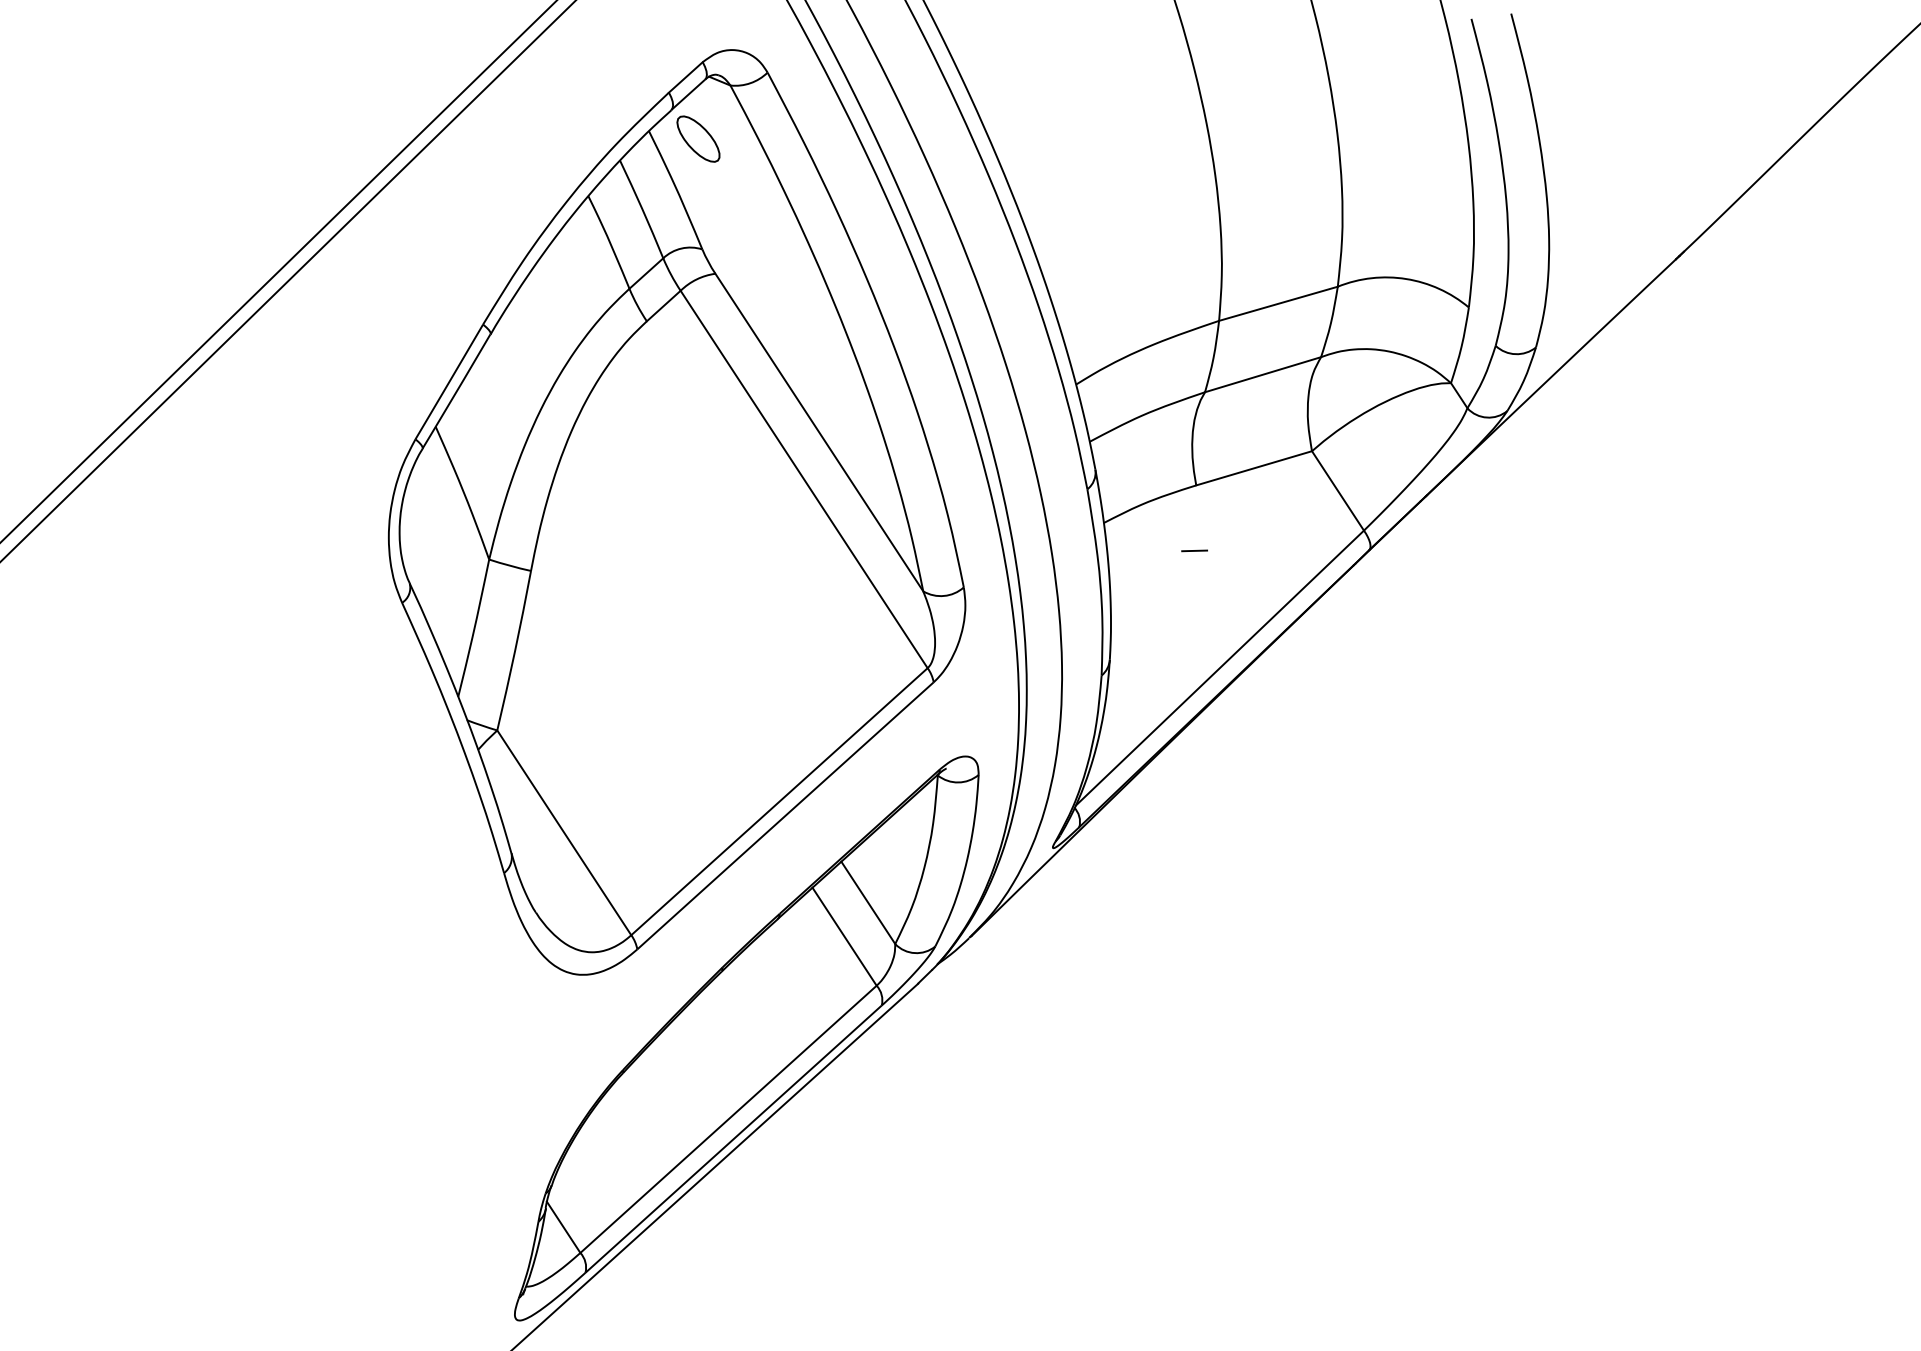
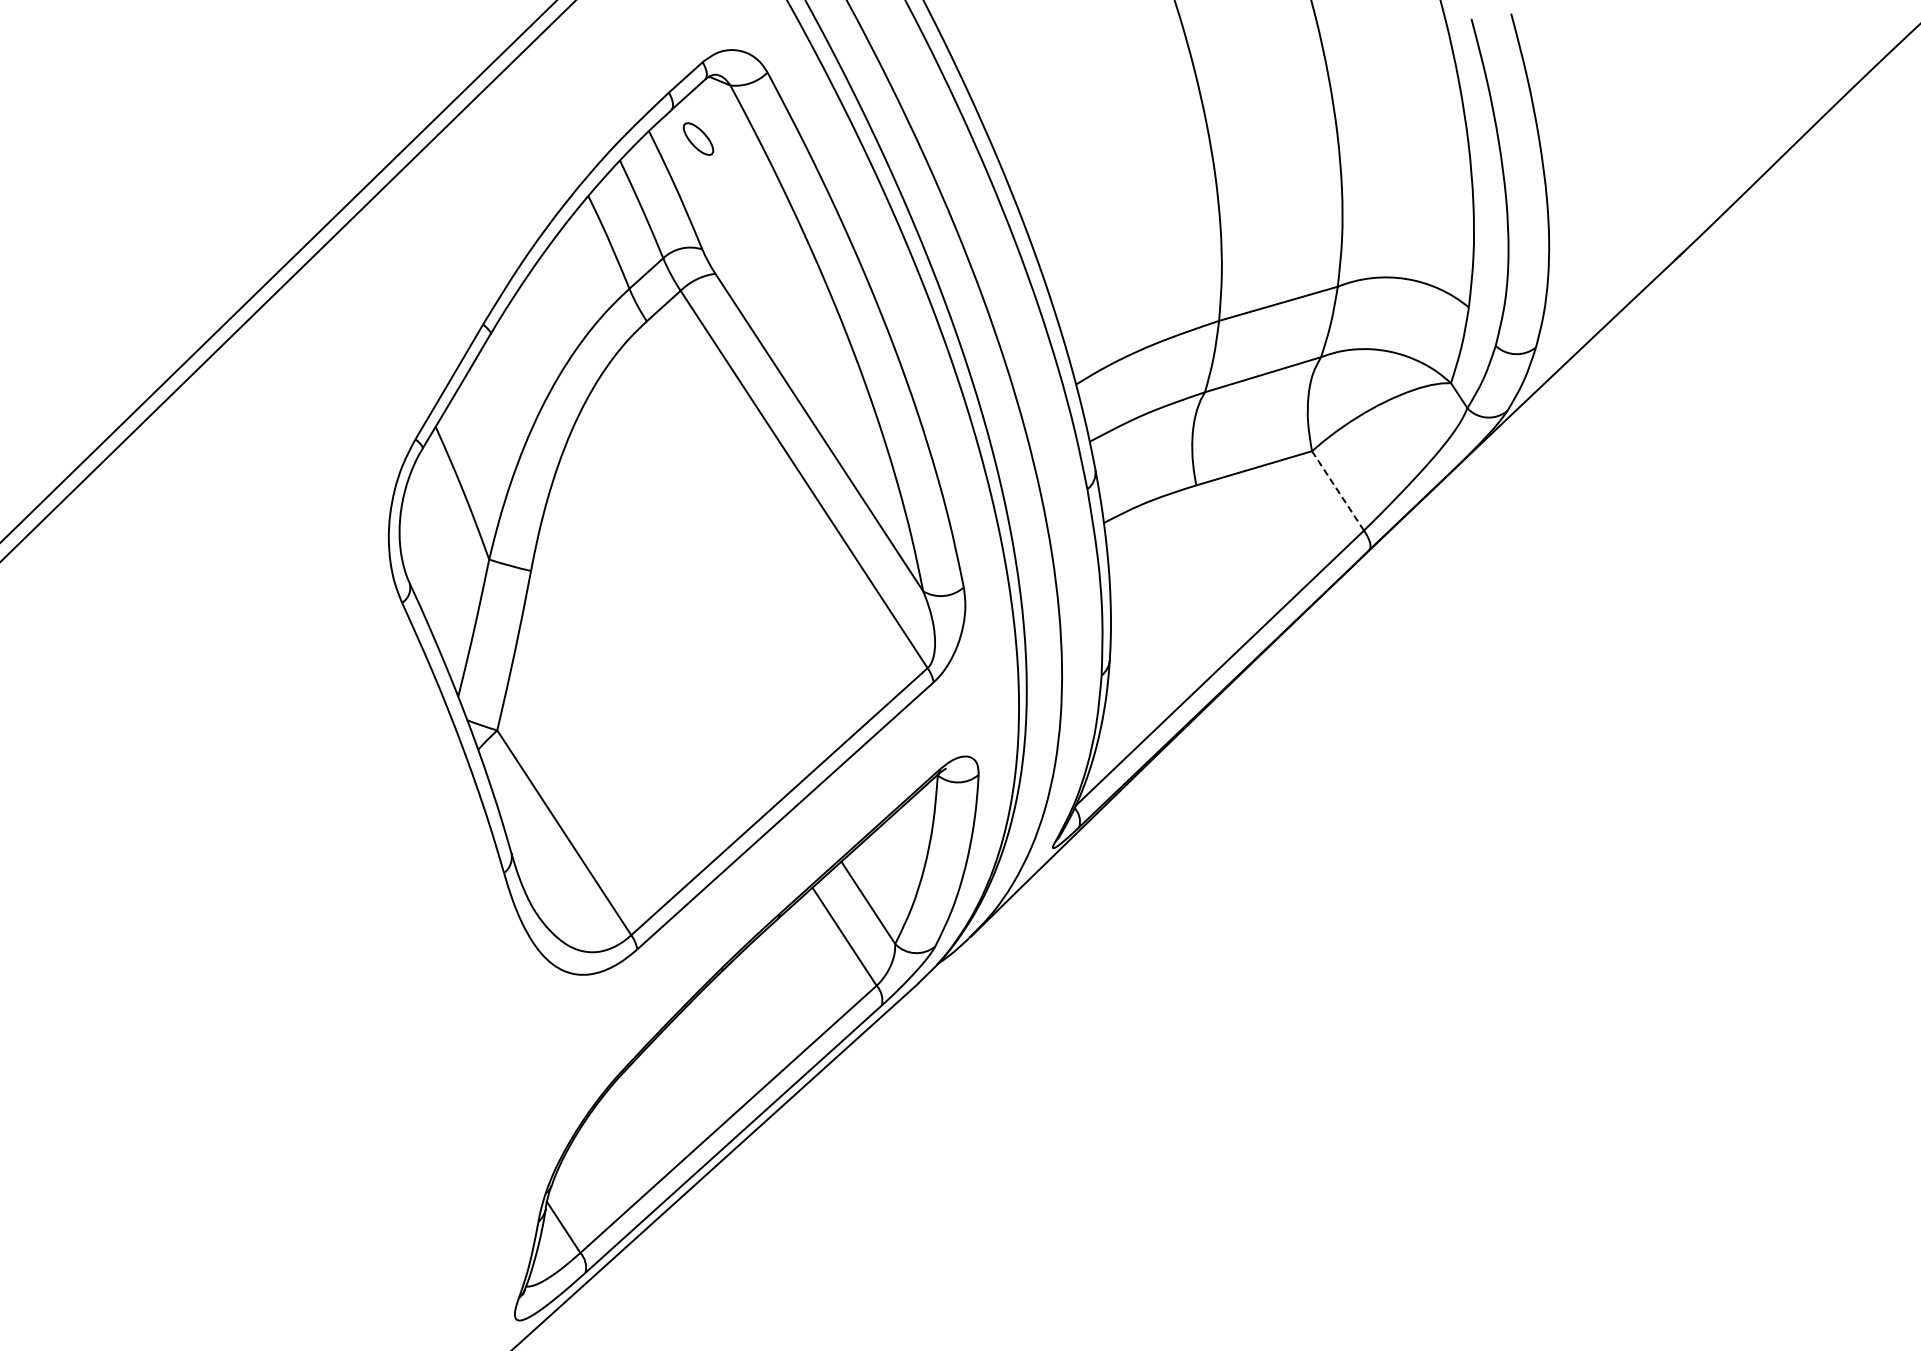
part at (698, 138) size: 45x48 px -> 33x34 px
line at (1337, 490): solid -> dashed
line at (1194, 550): present -> none
